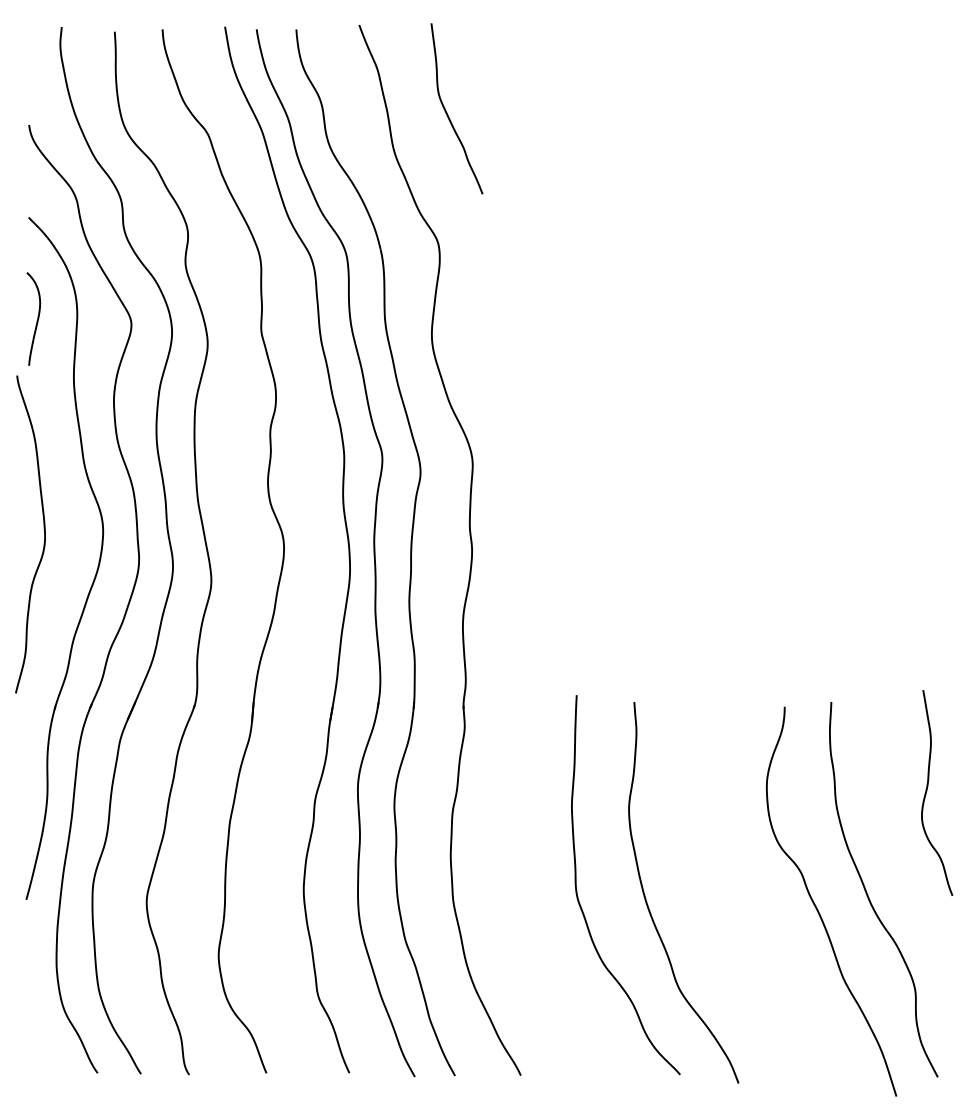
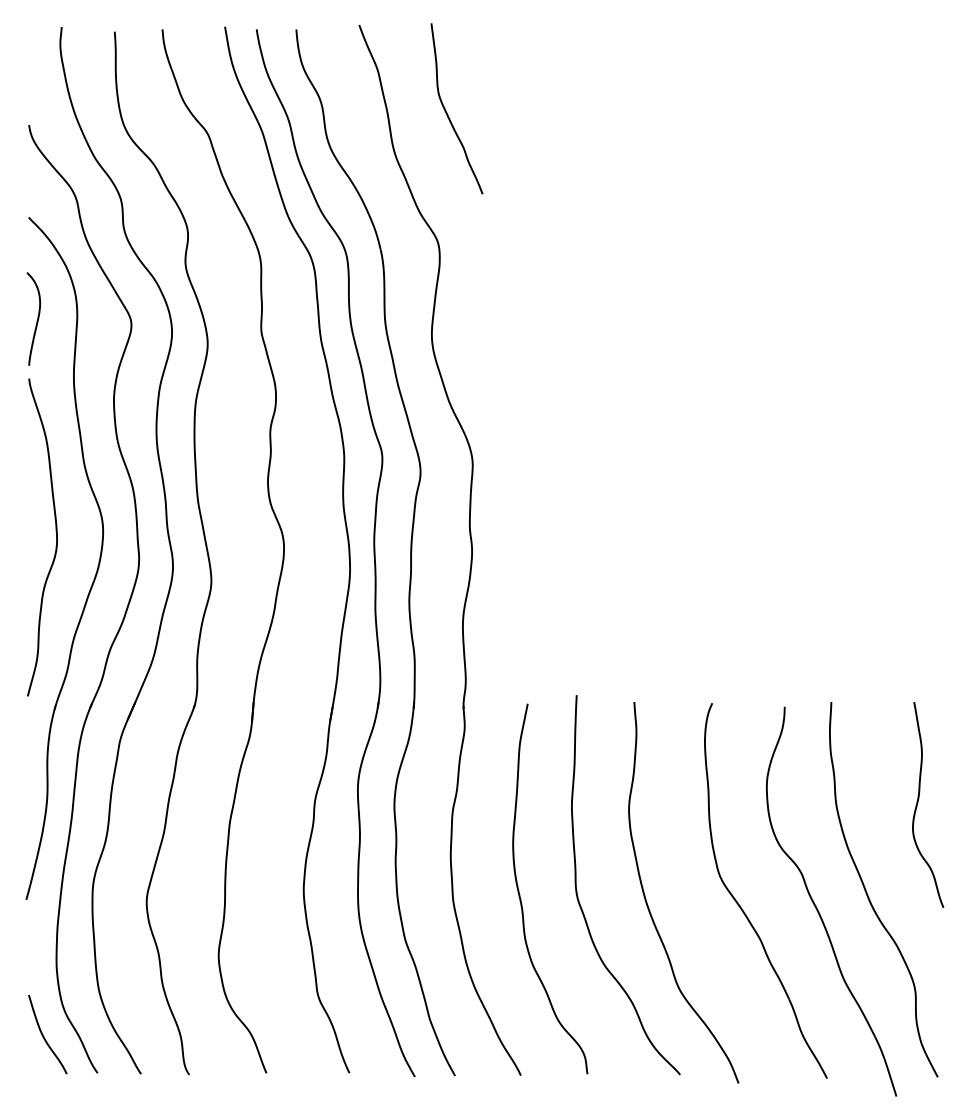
curve at (43, 529) position: (43, 529) -> (55, 532)
curve at (927, 791) position: (927, 791) -> (918, 803)
curve at (520, 894): none -> present
part at (740, 905): none -> present
curve at (44, 1036): none -> present
